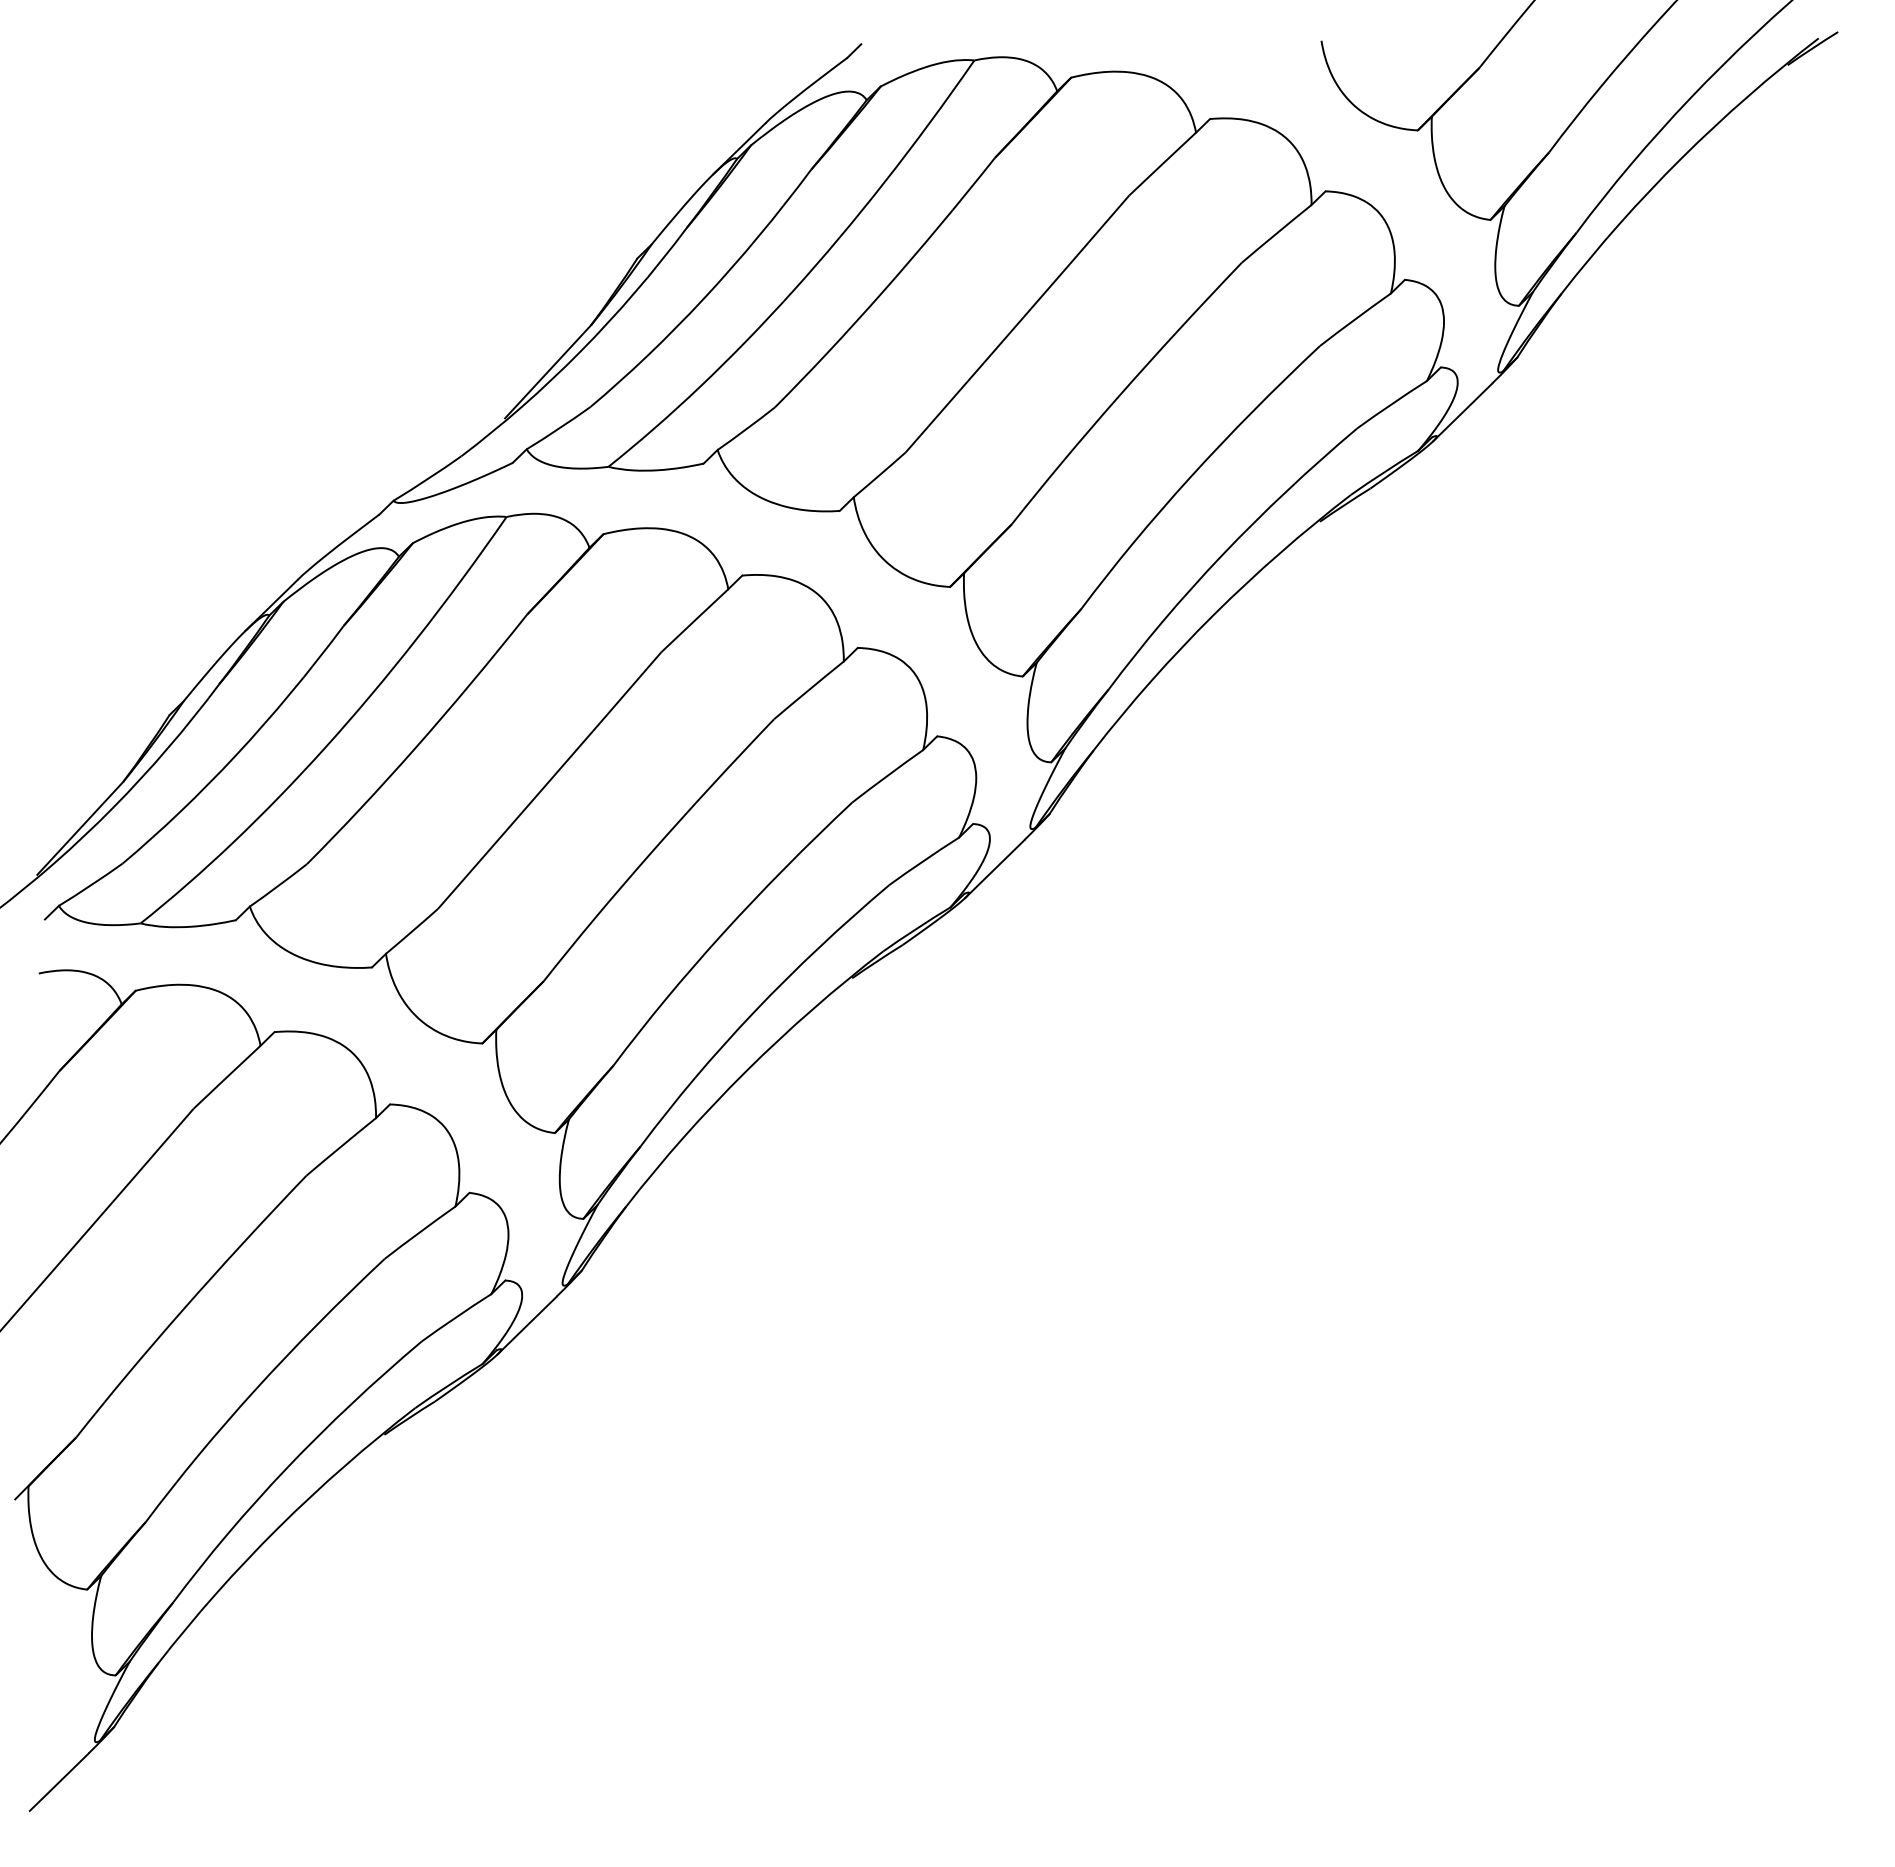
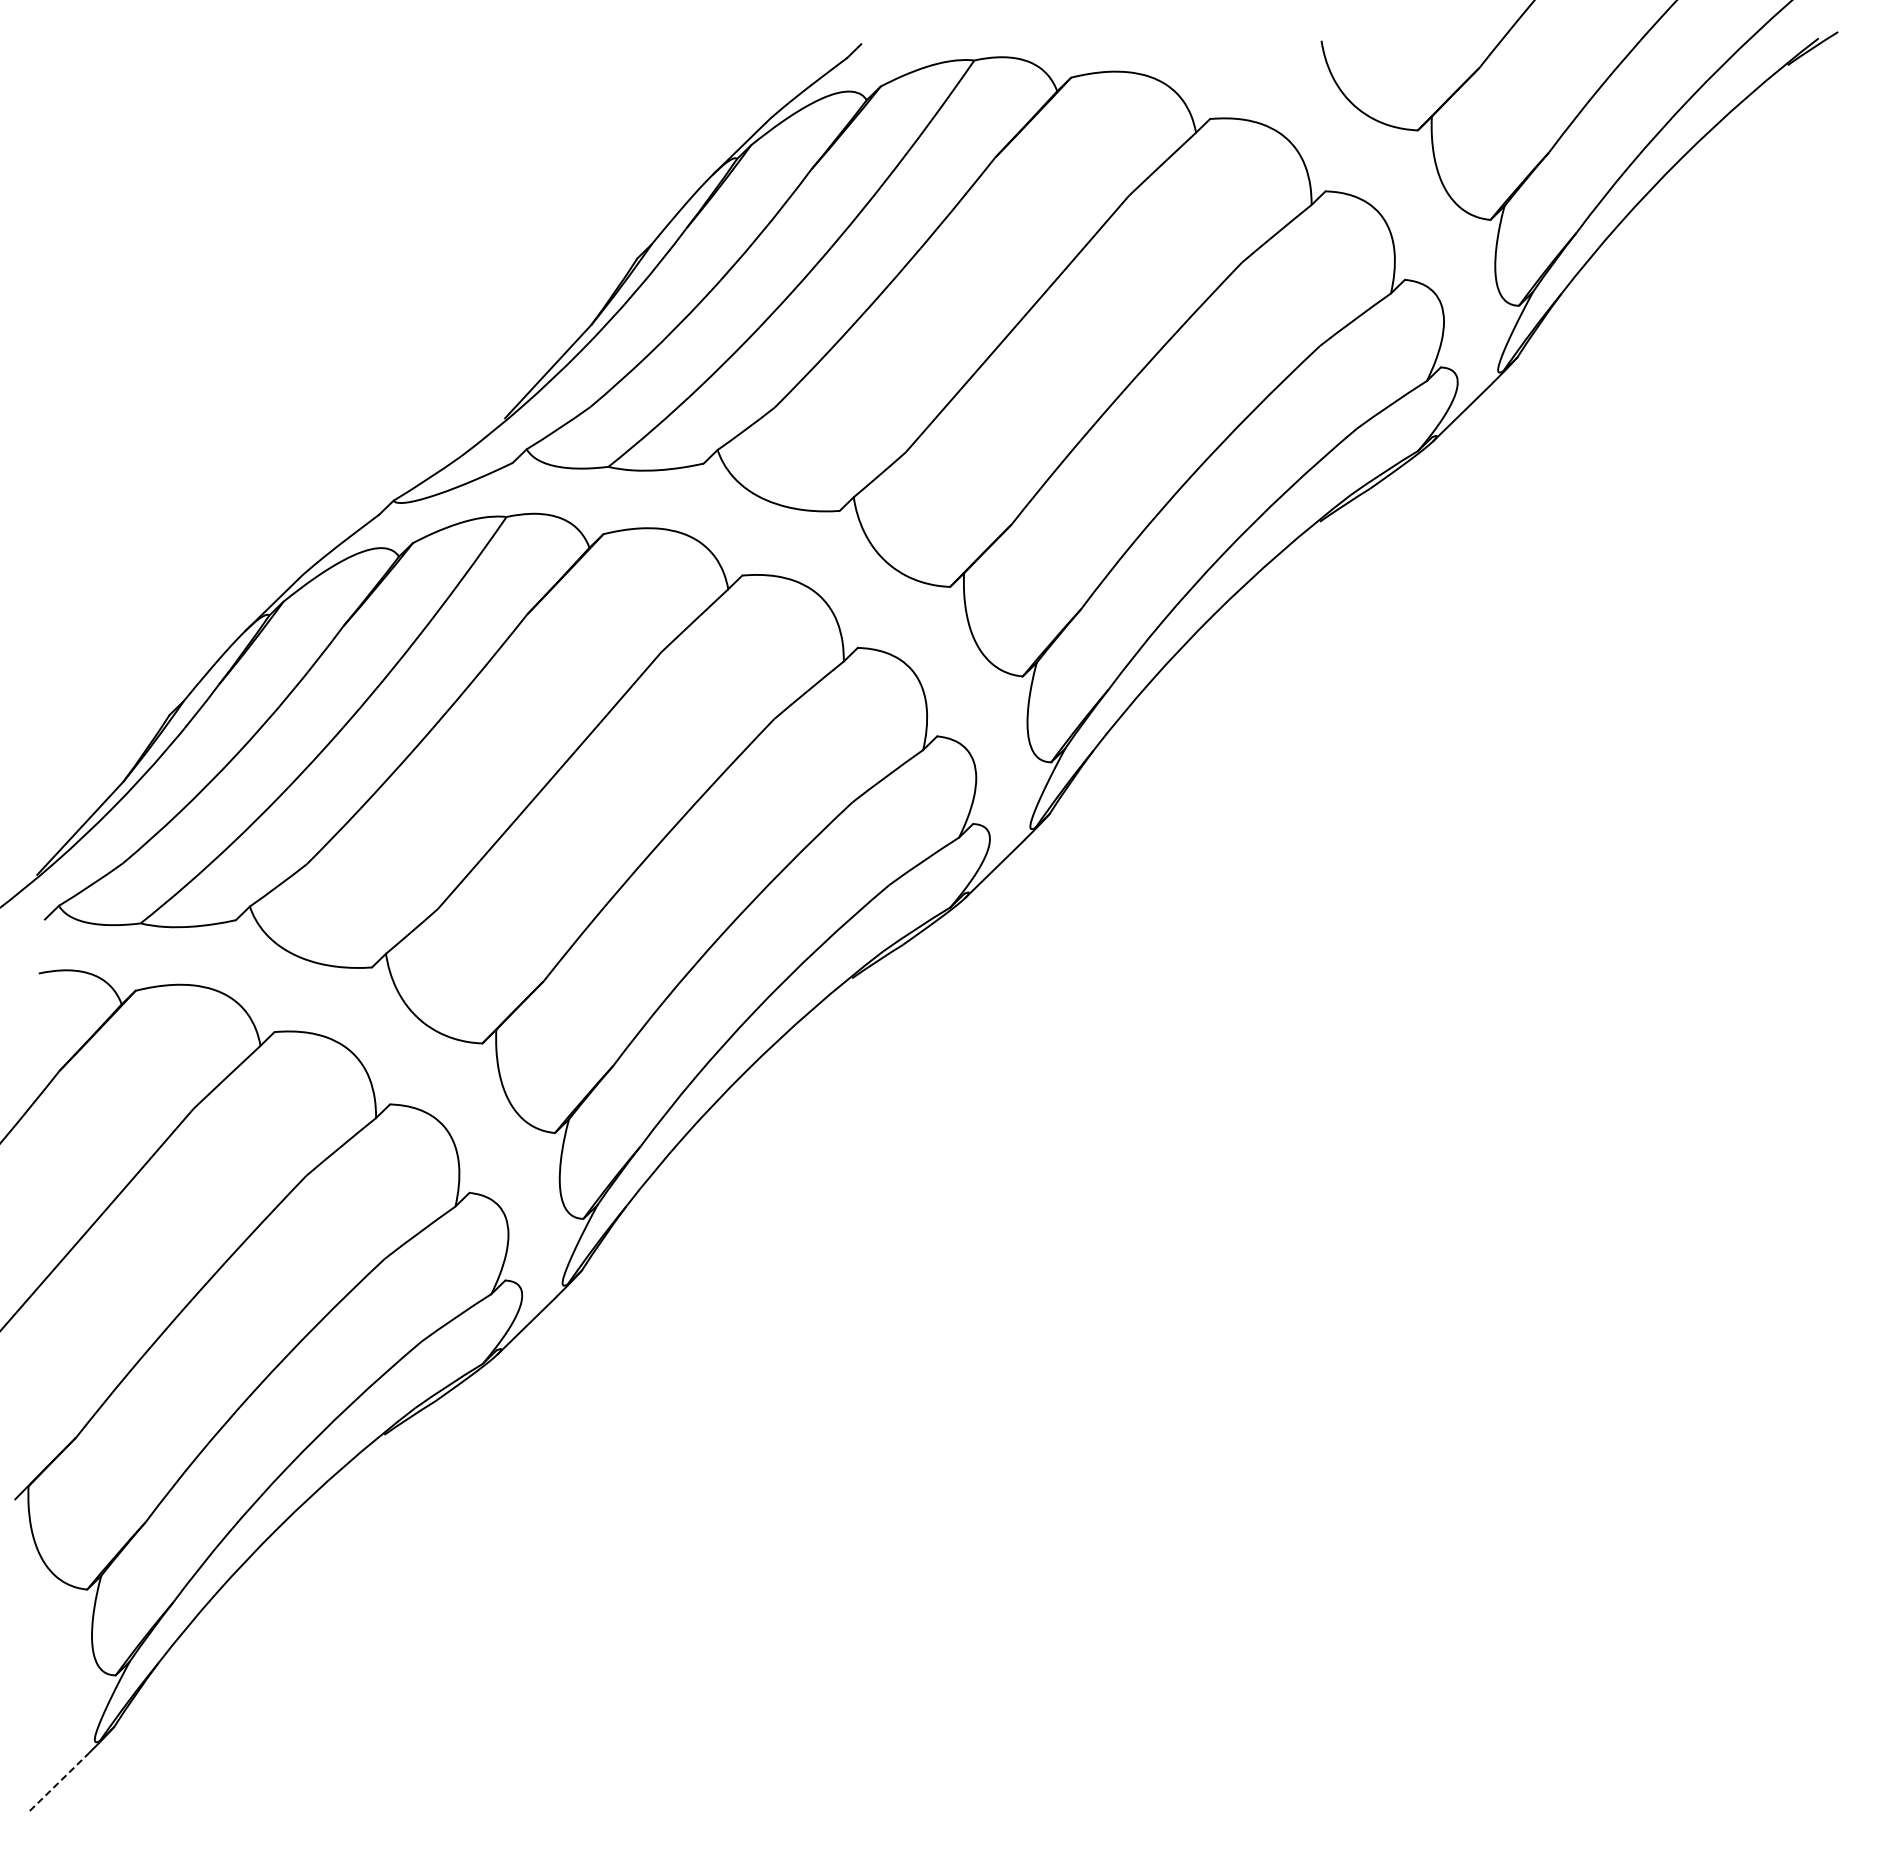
line at (59, 1781): solid -> dashed
